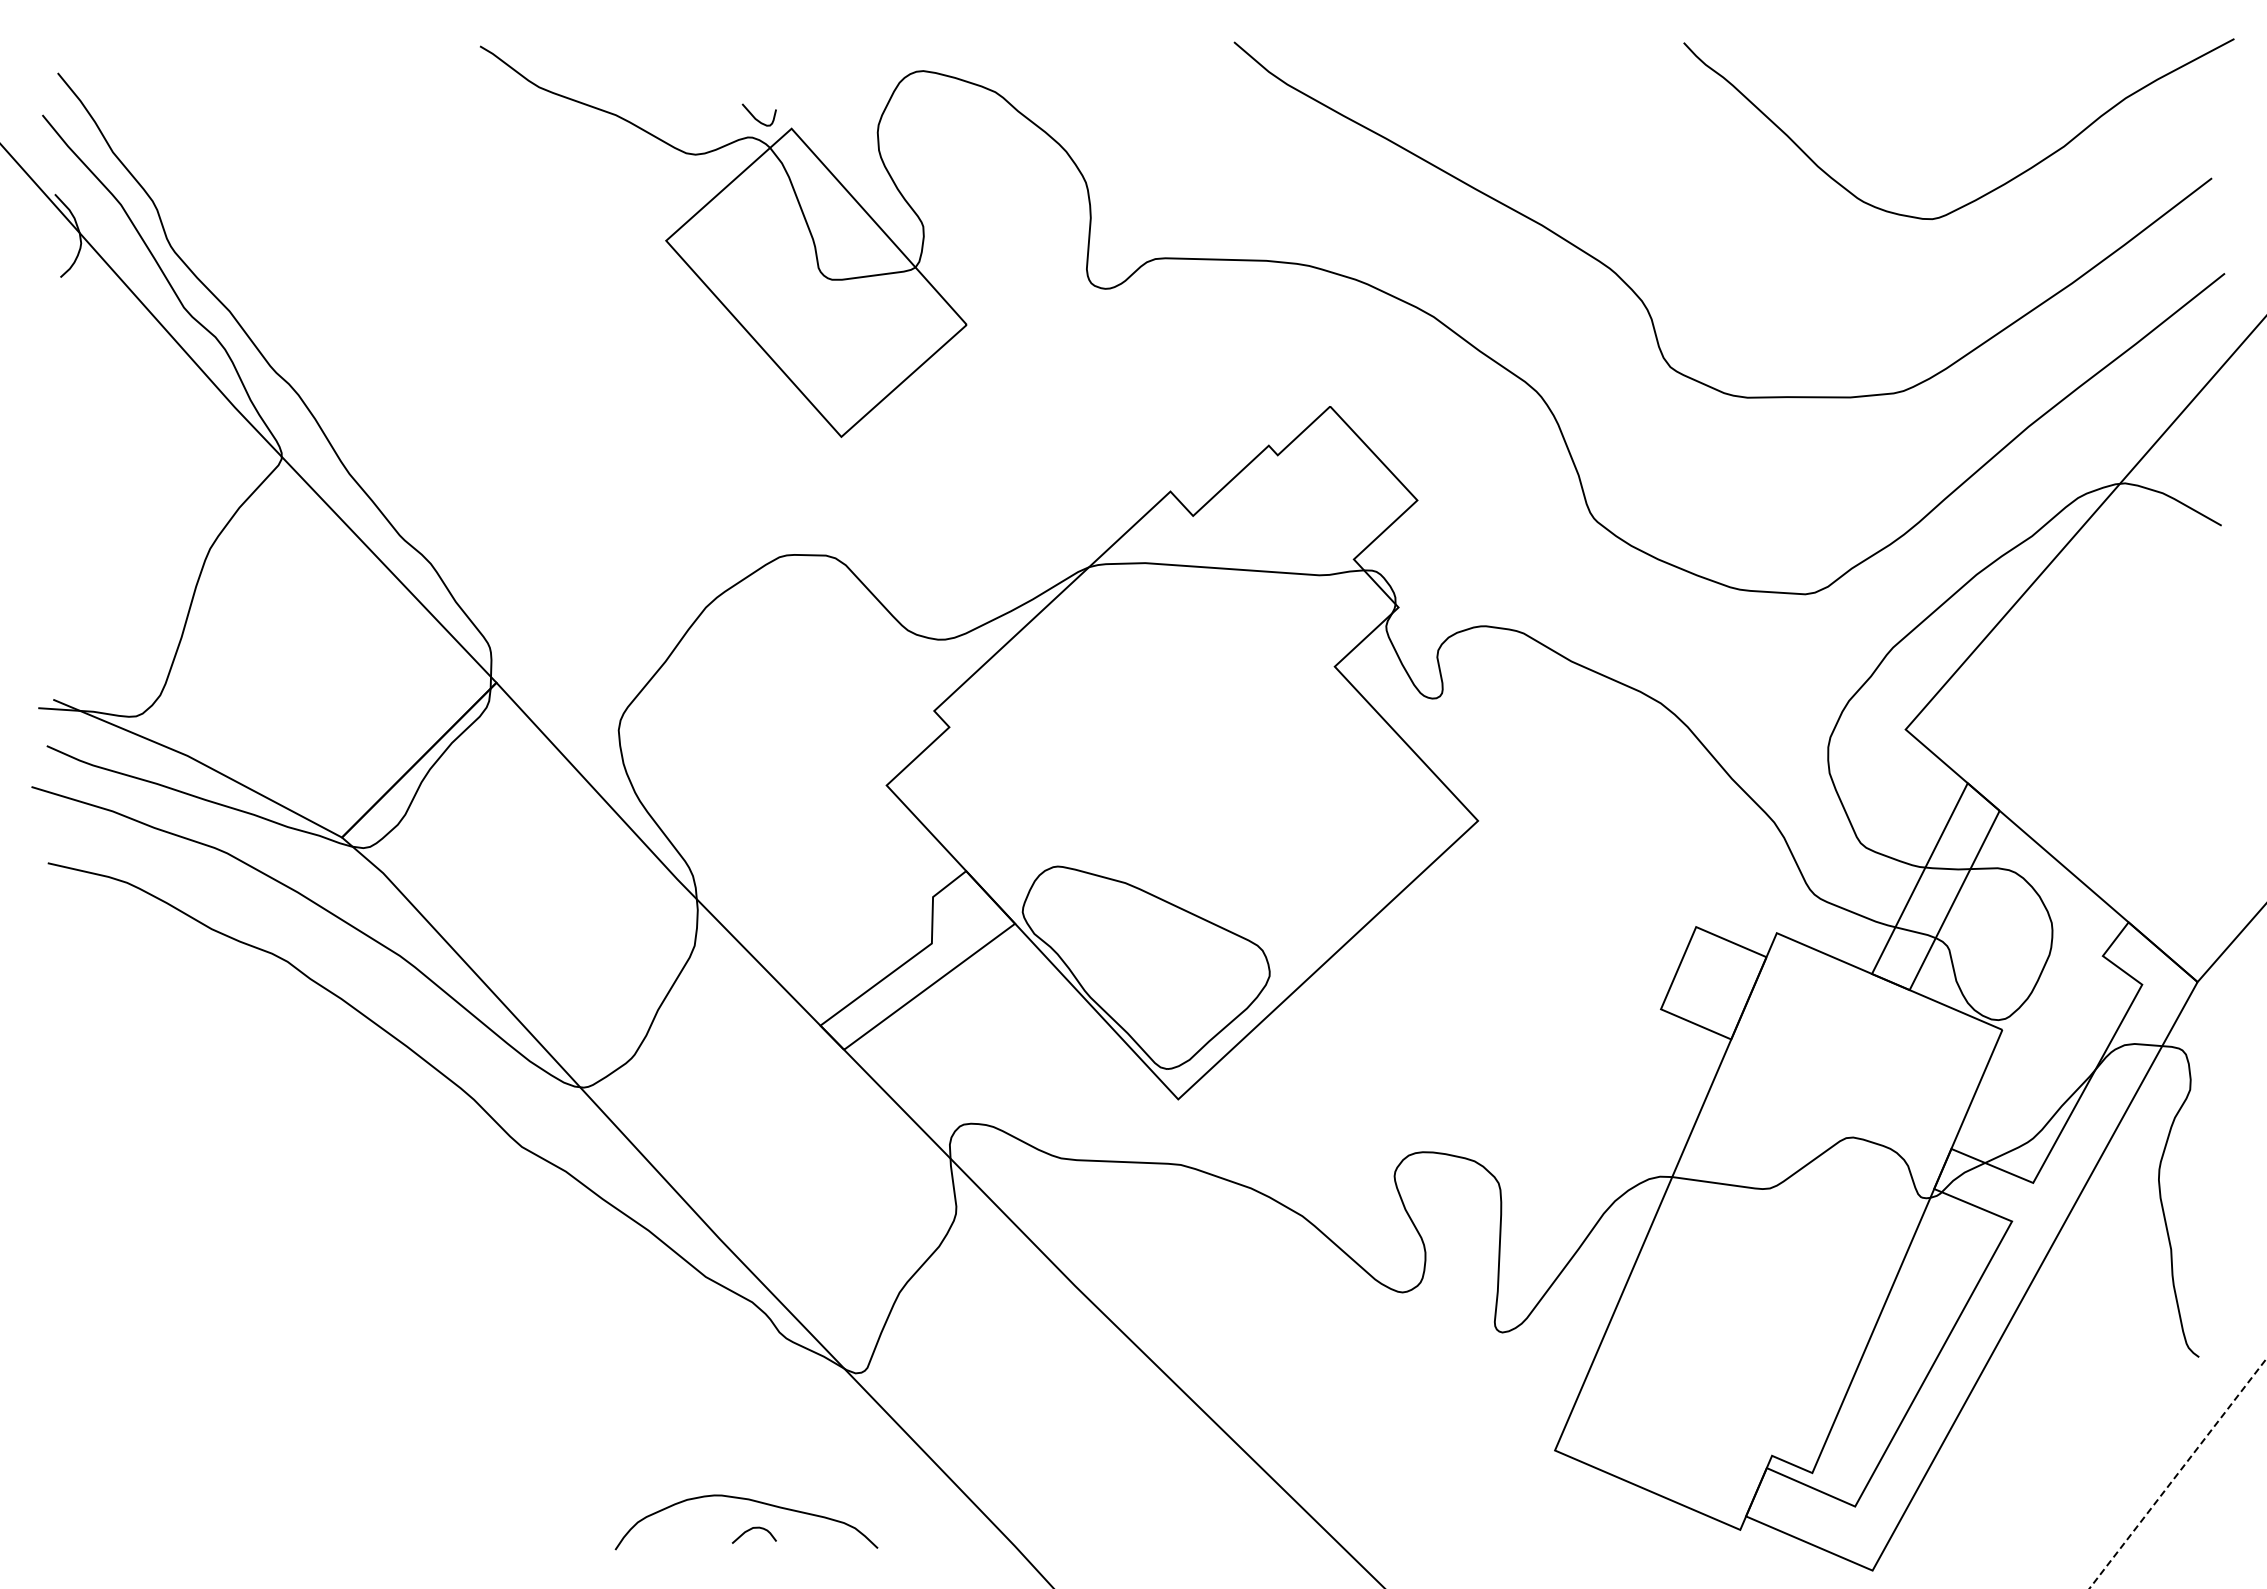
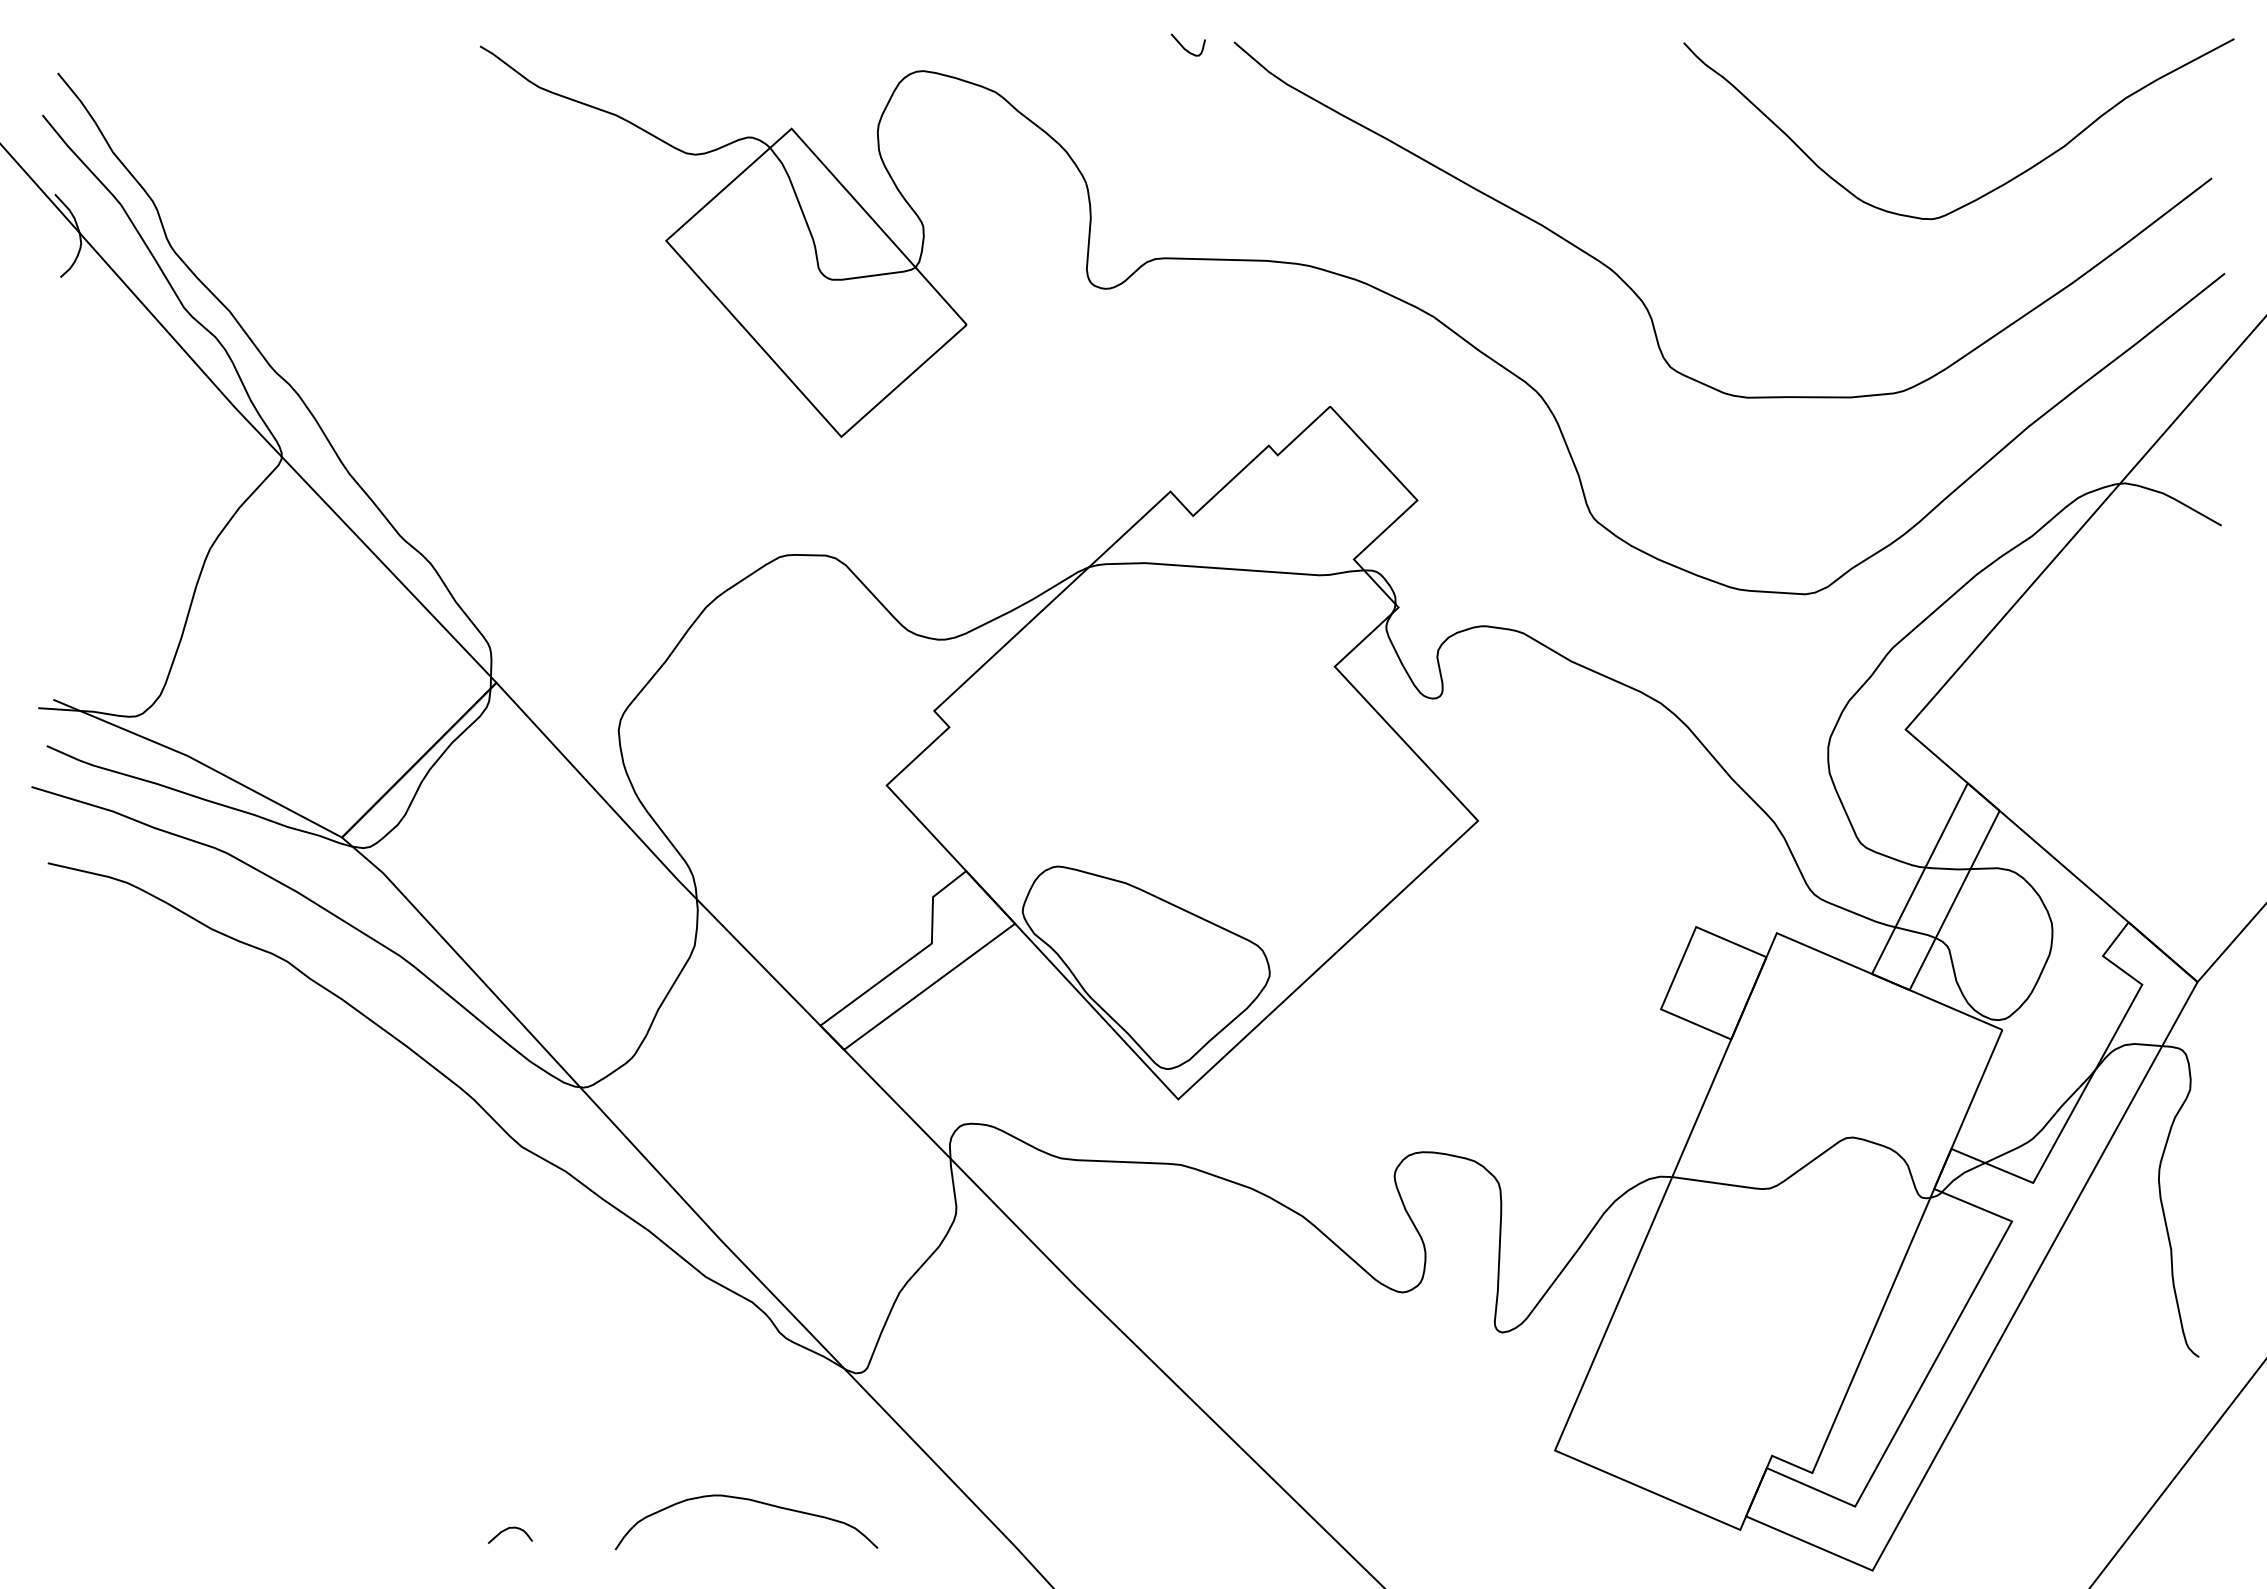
curve at (755, 117) position: (755, 117) -> (1184, 47)
line at (2178, 1473): dashed -> solid
curve at (750, 1530) position: (750, 1530) -> (506, 1530)
